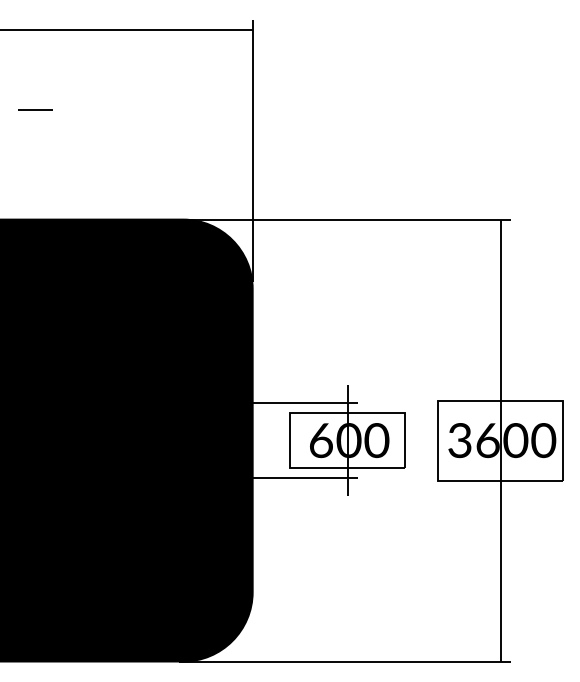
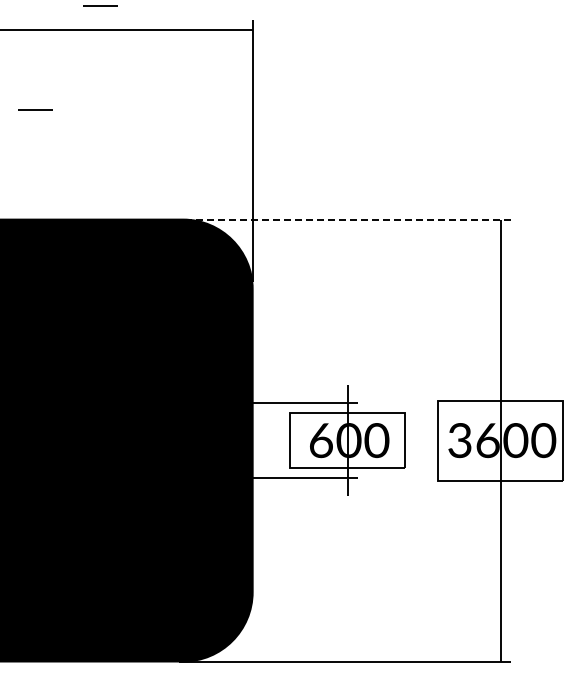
line at (100, 5): none -> present
line at (344, 219): solid -> dashed
